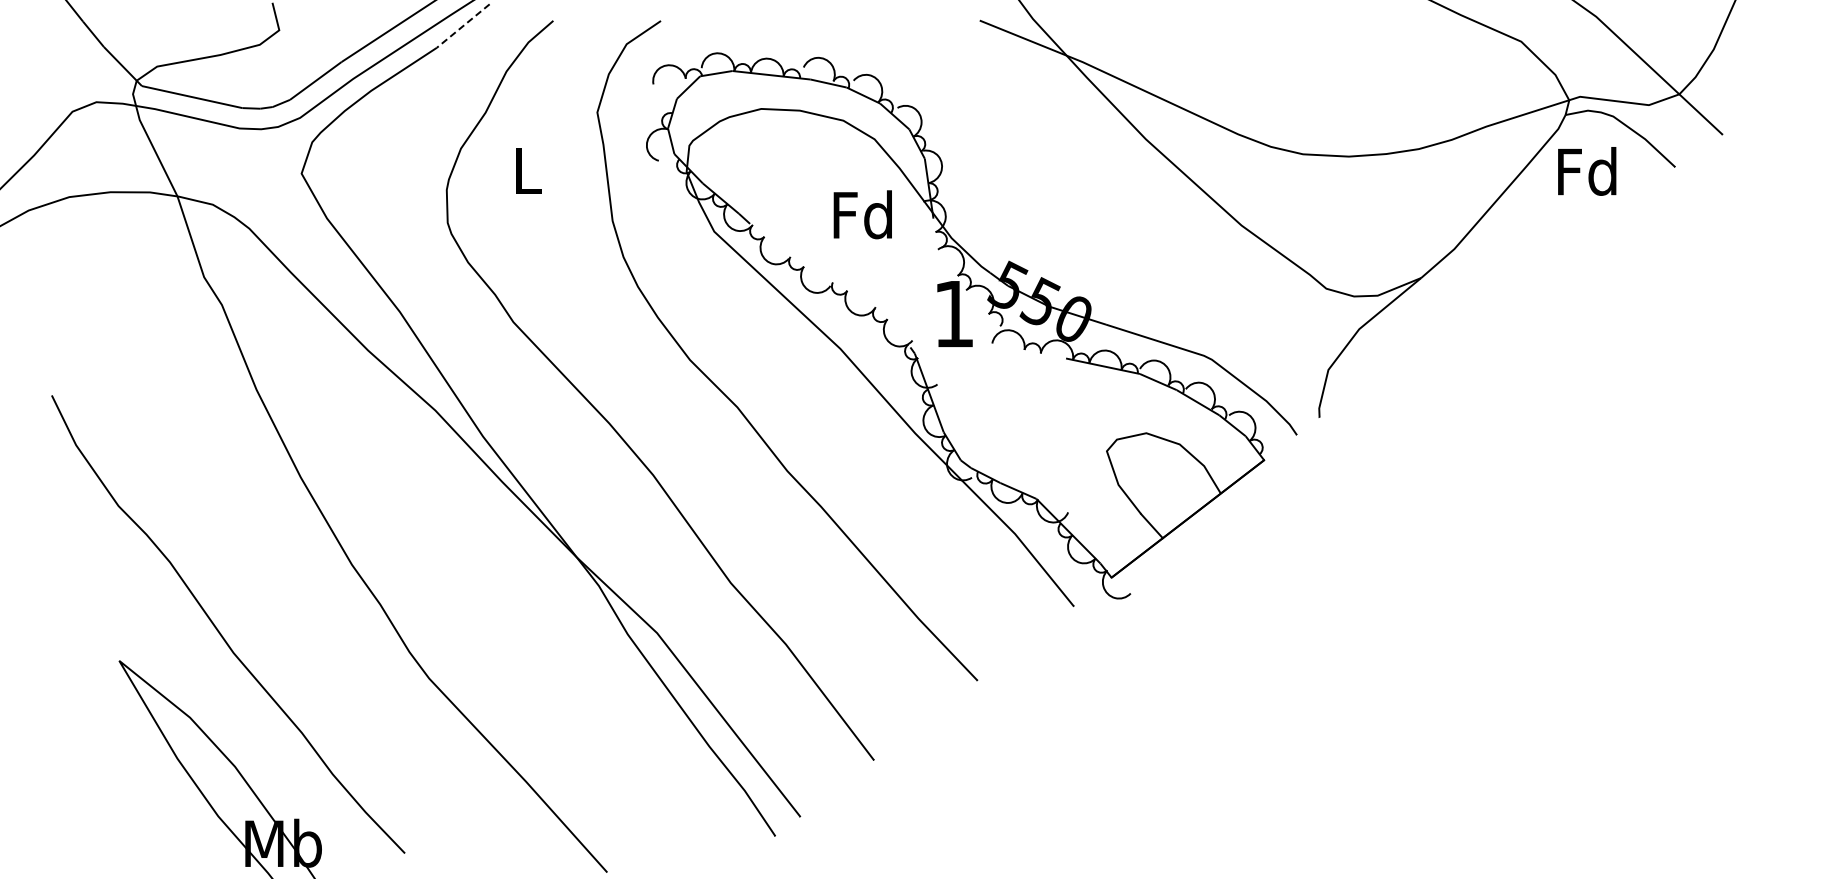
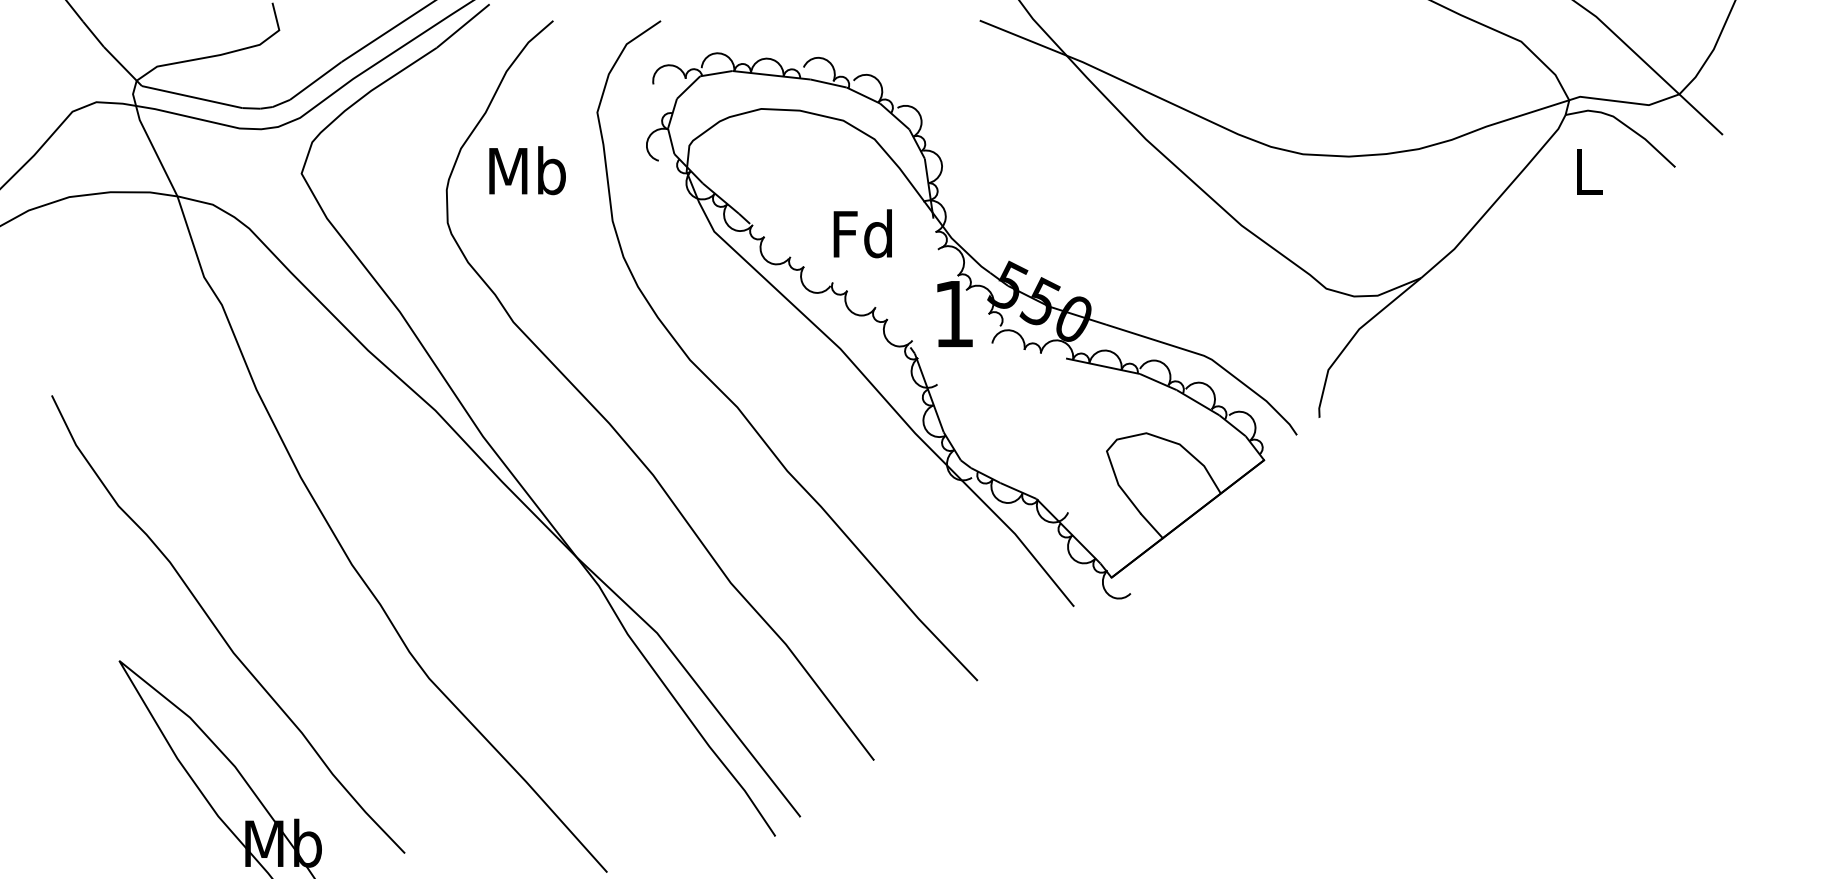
line at (462, 26): dashed -> solid
text at (527, 170): L -> Mb
text at (1587, 171): Fd -> L
text at (862, 214) position: (862, 214) -> (862, 233)
